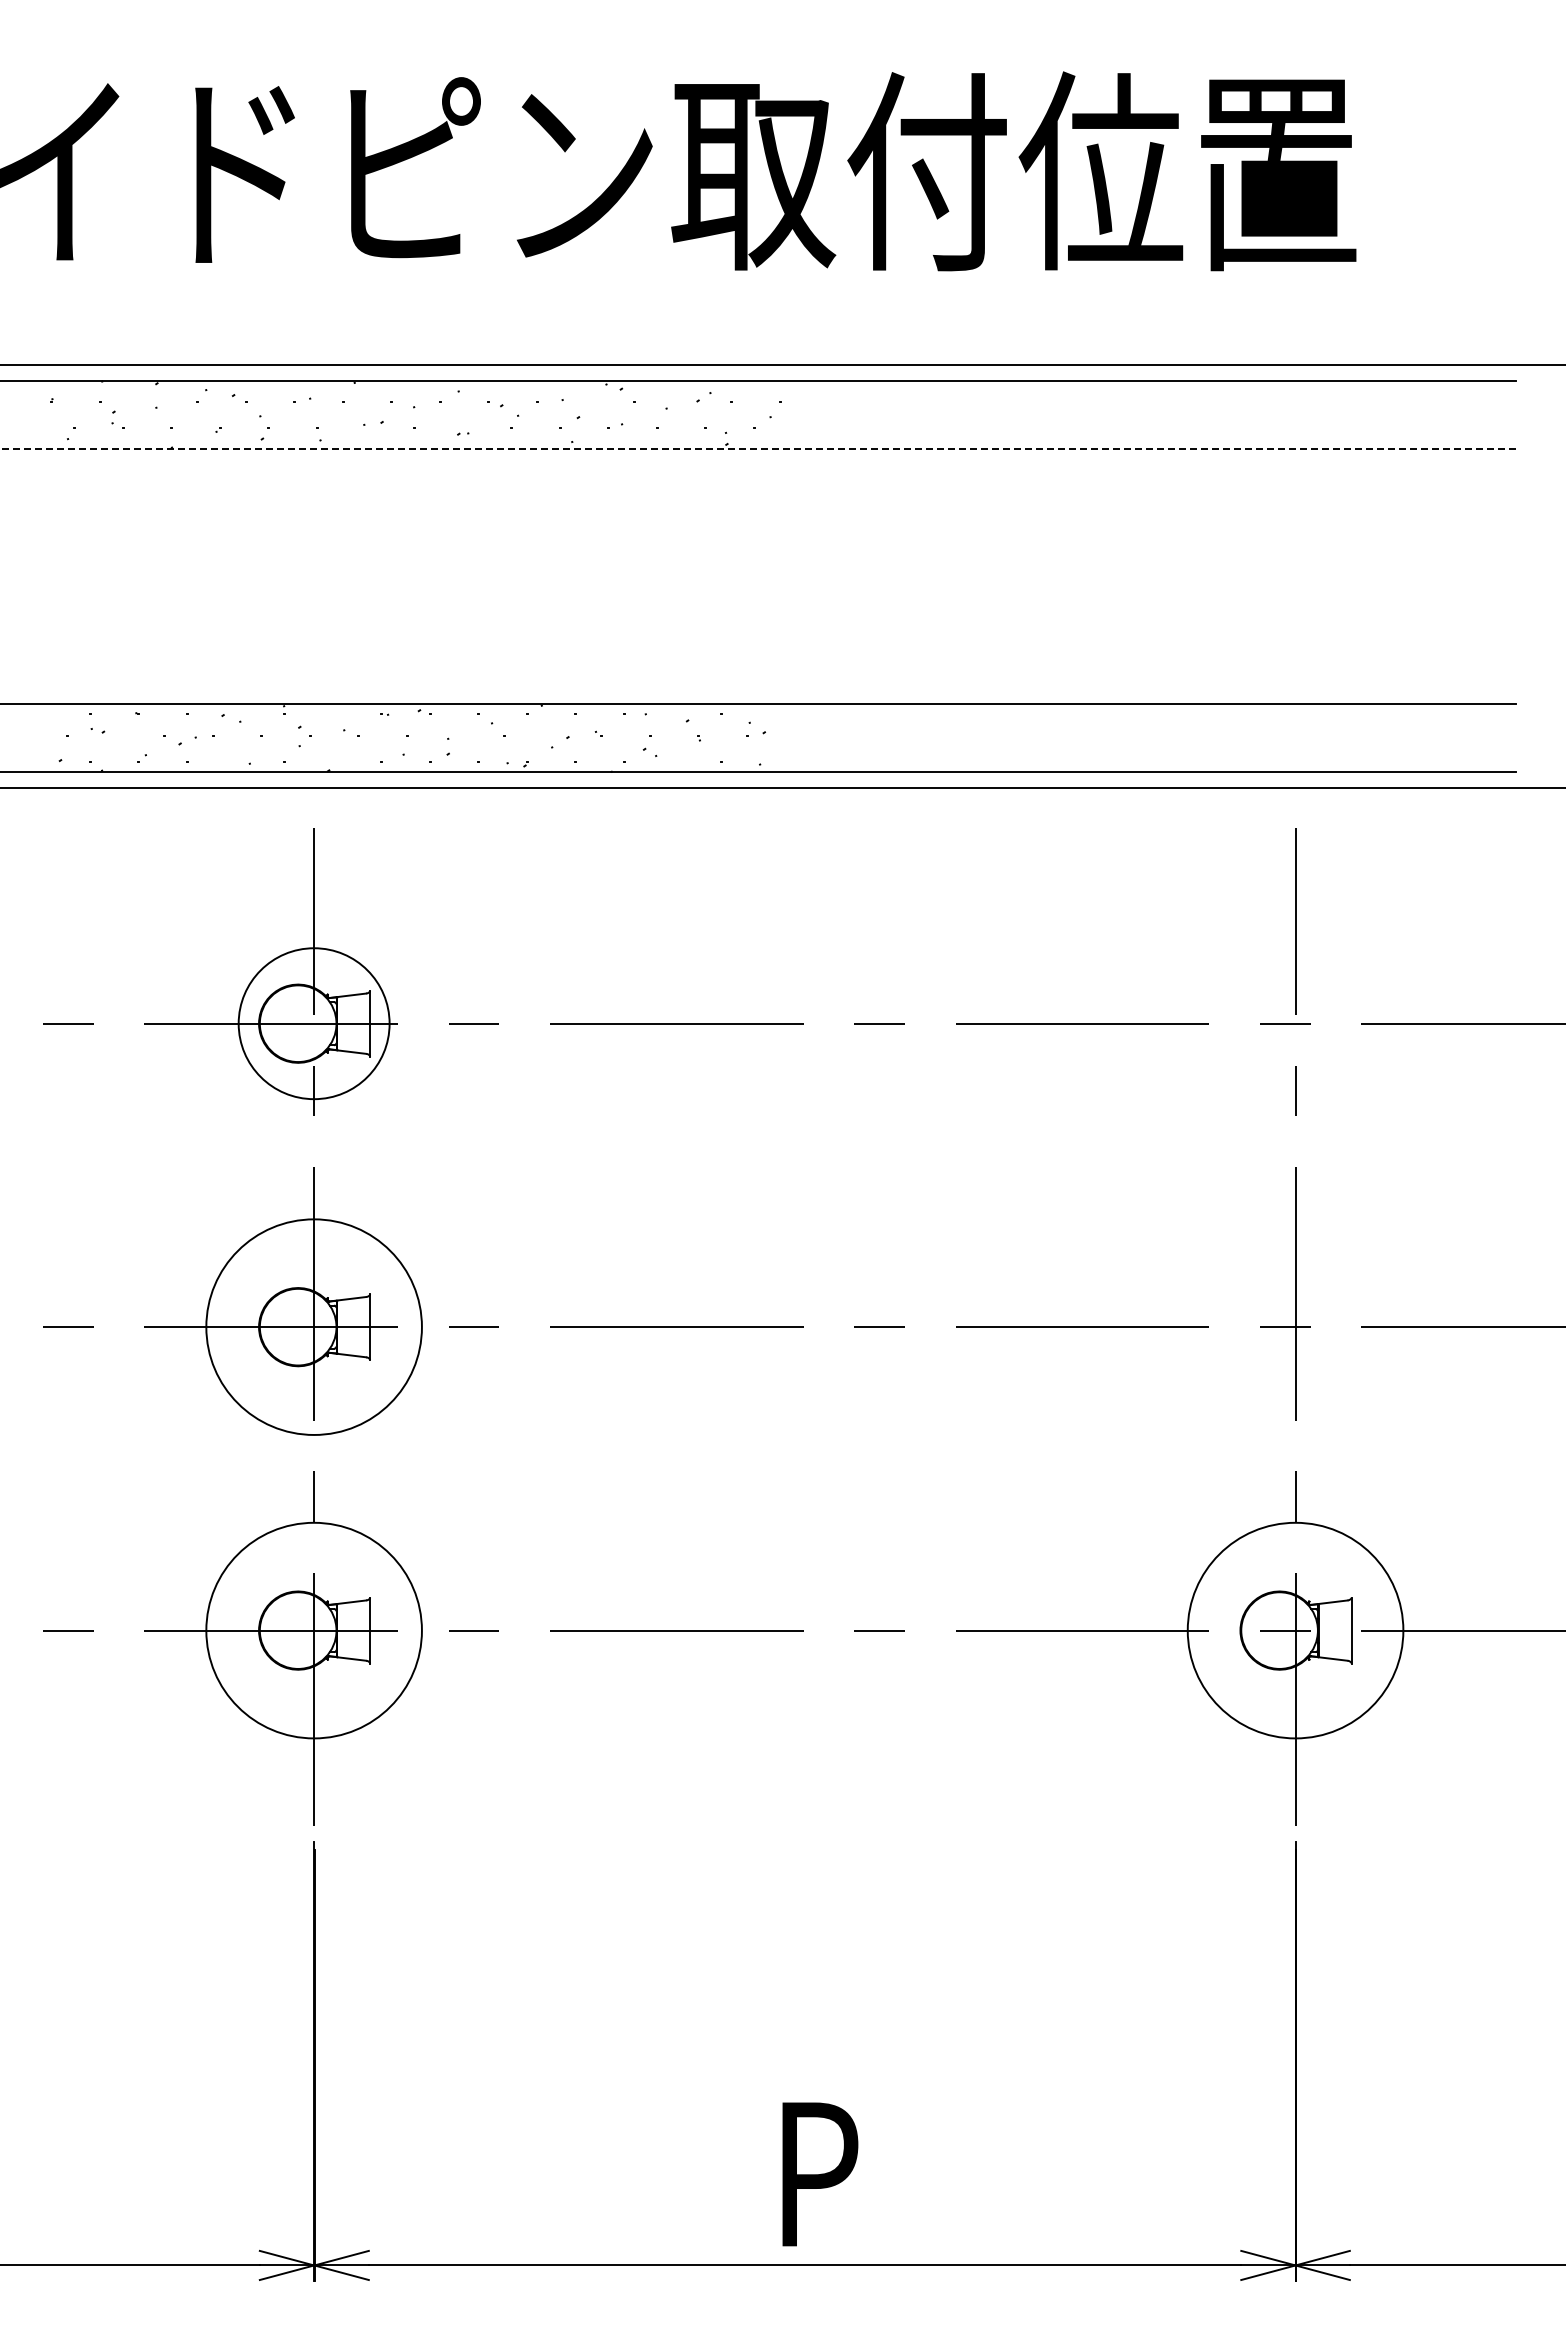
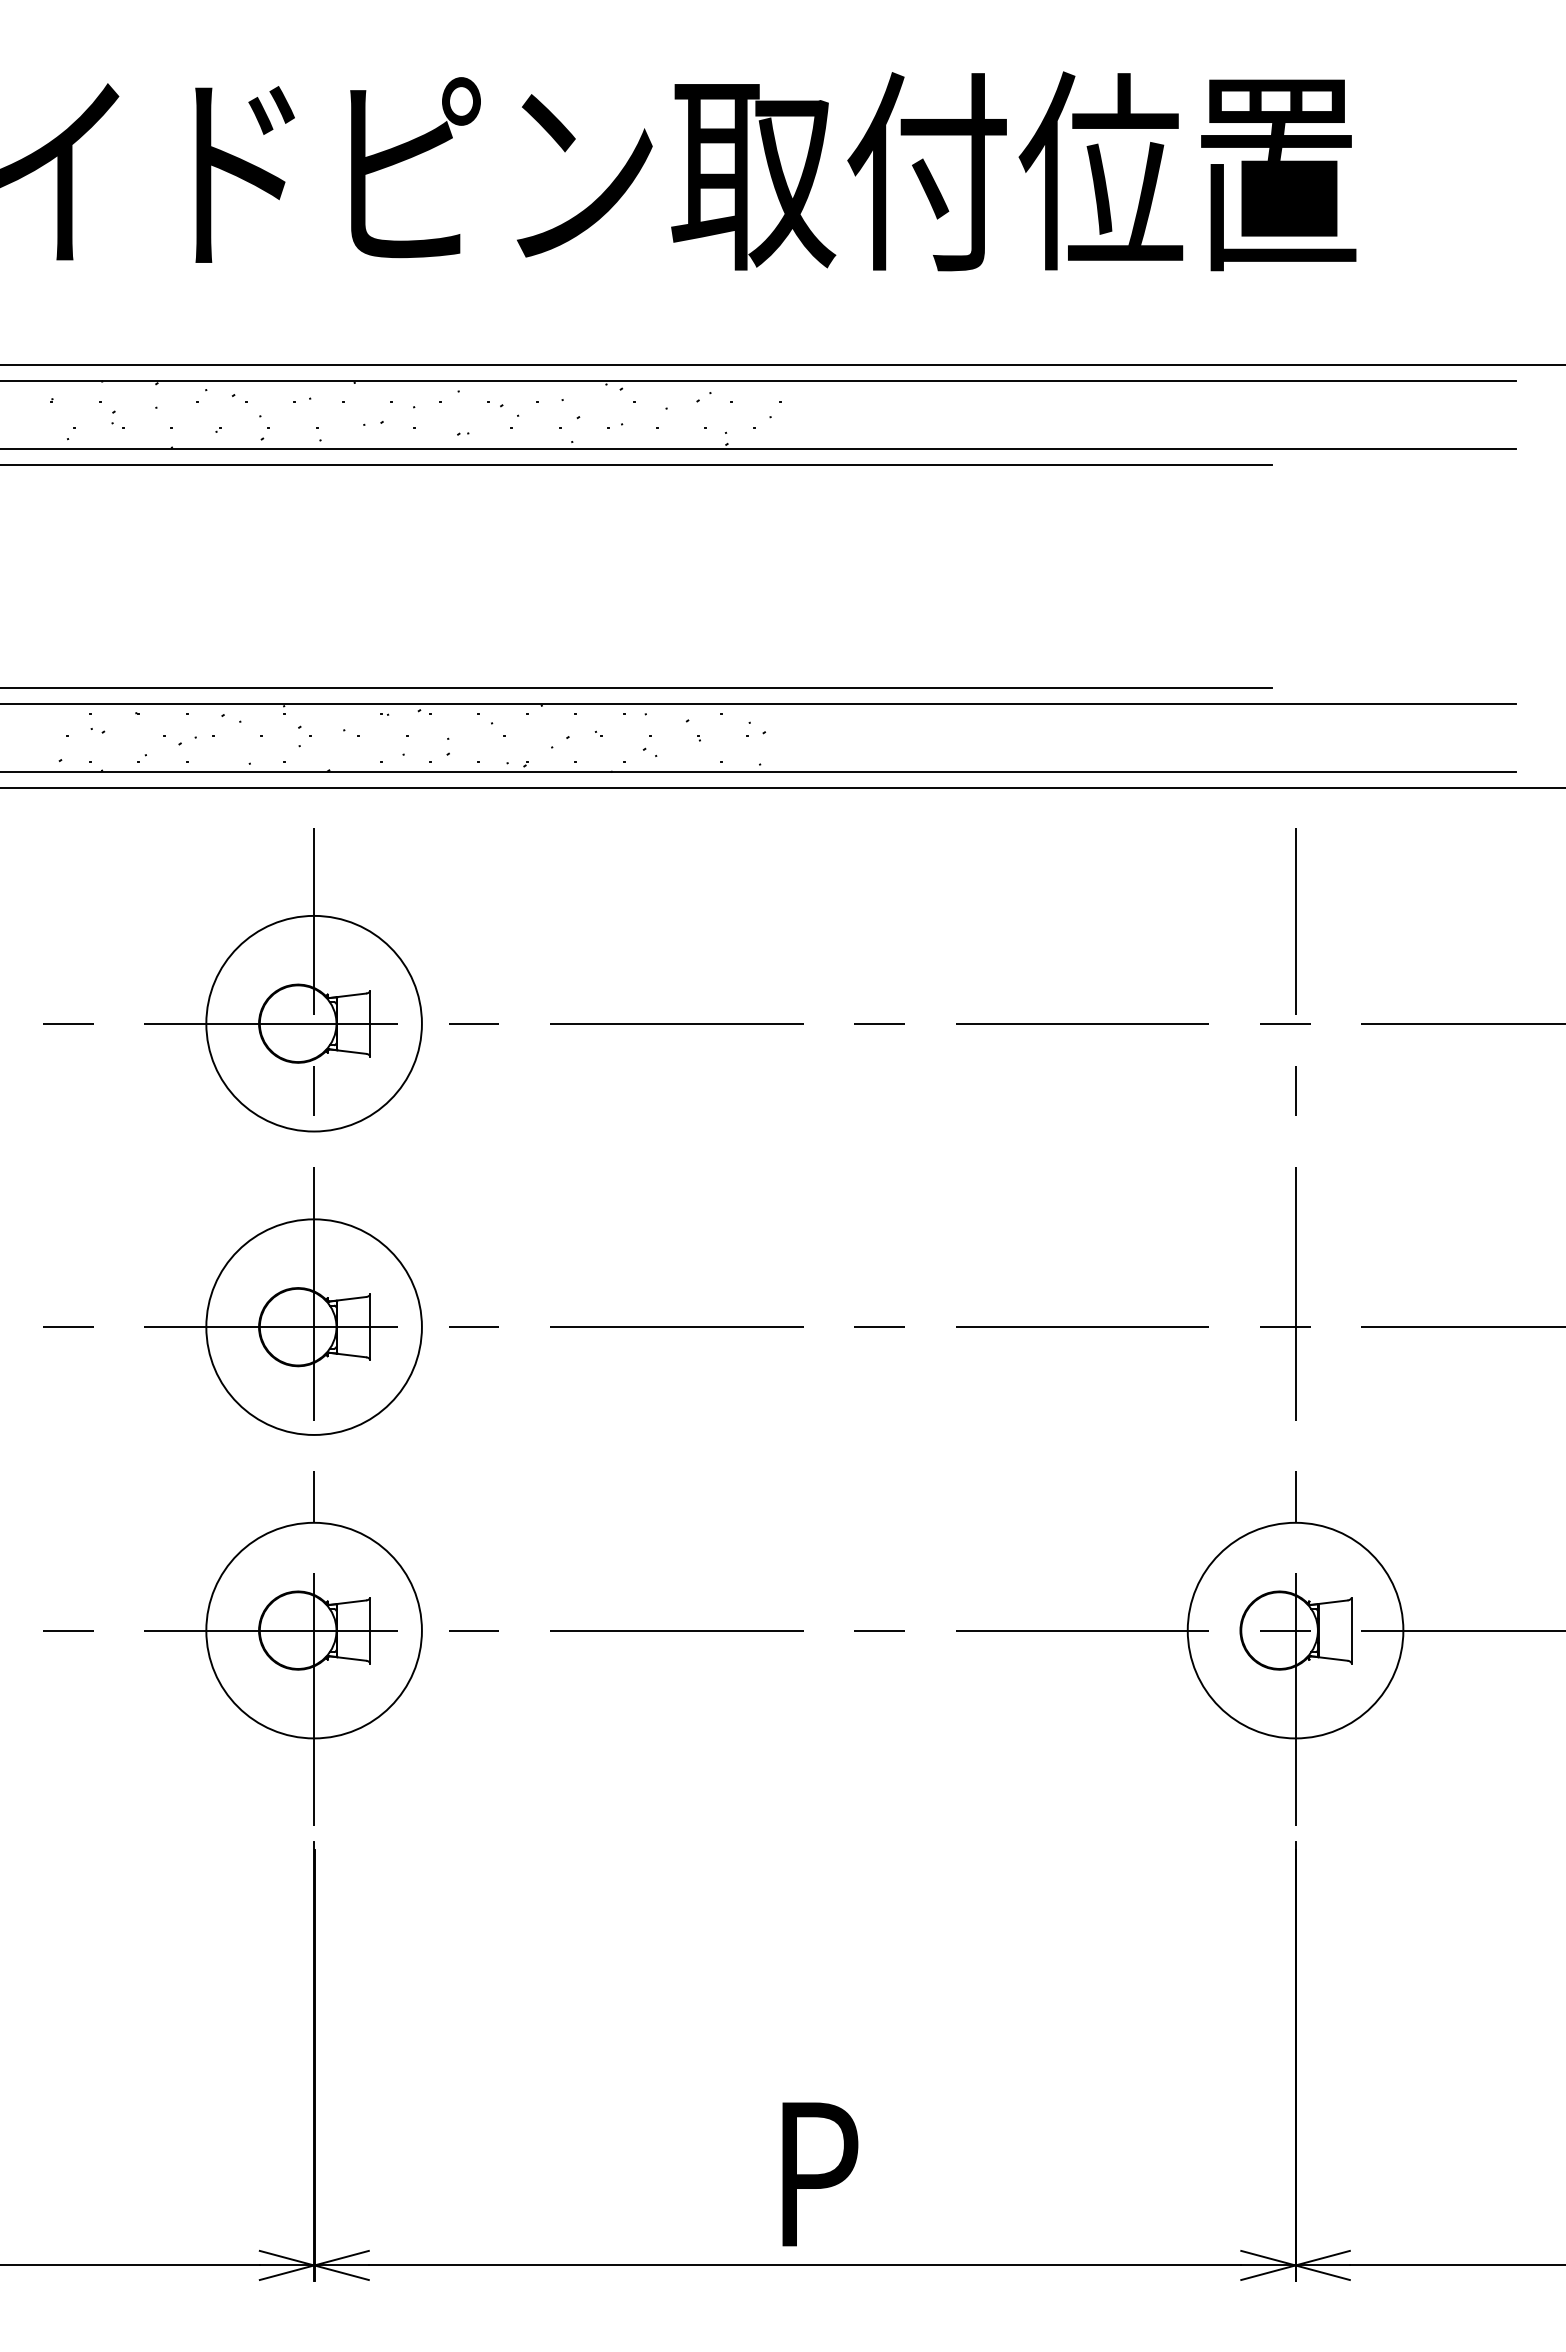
line at (758, 448): dashed -> solid
line at (637, 464): none -> present
line at (637, 688): none -> present
circle at (313, 1023) diameter: 151 px -> 216 px
